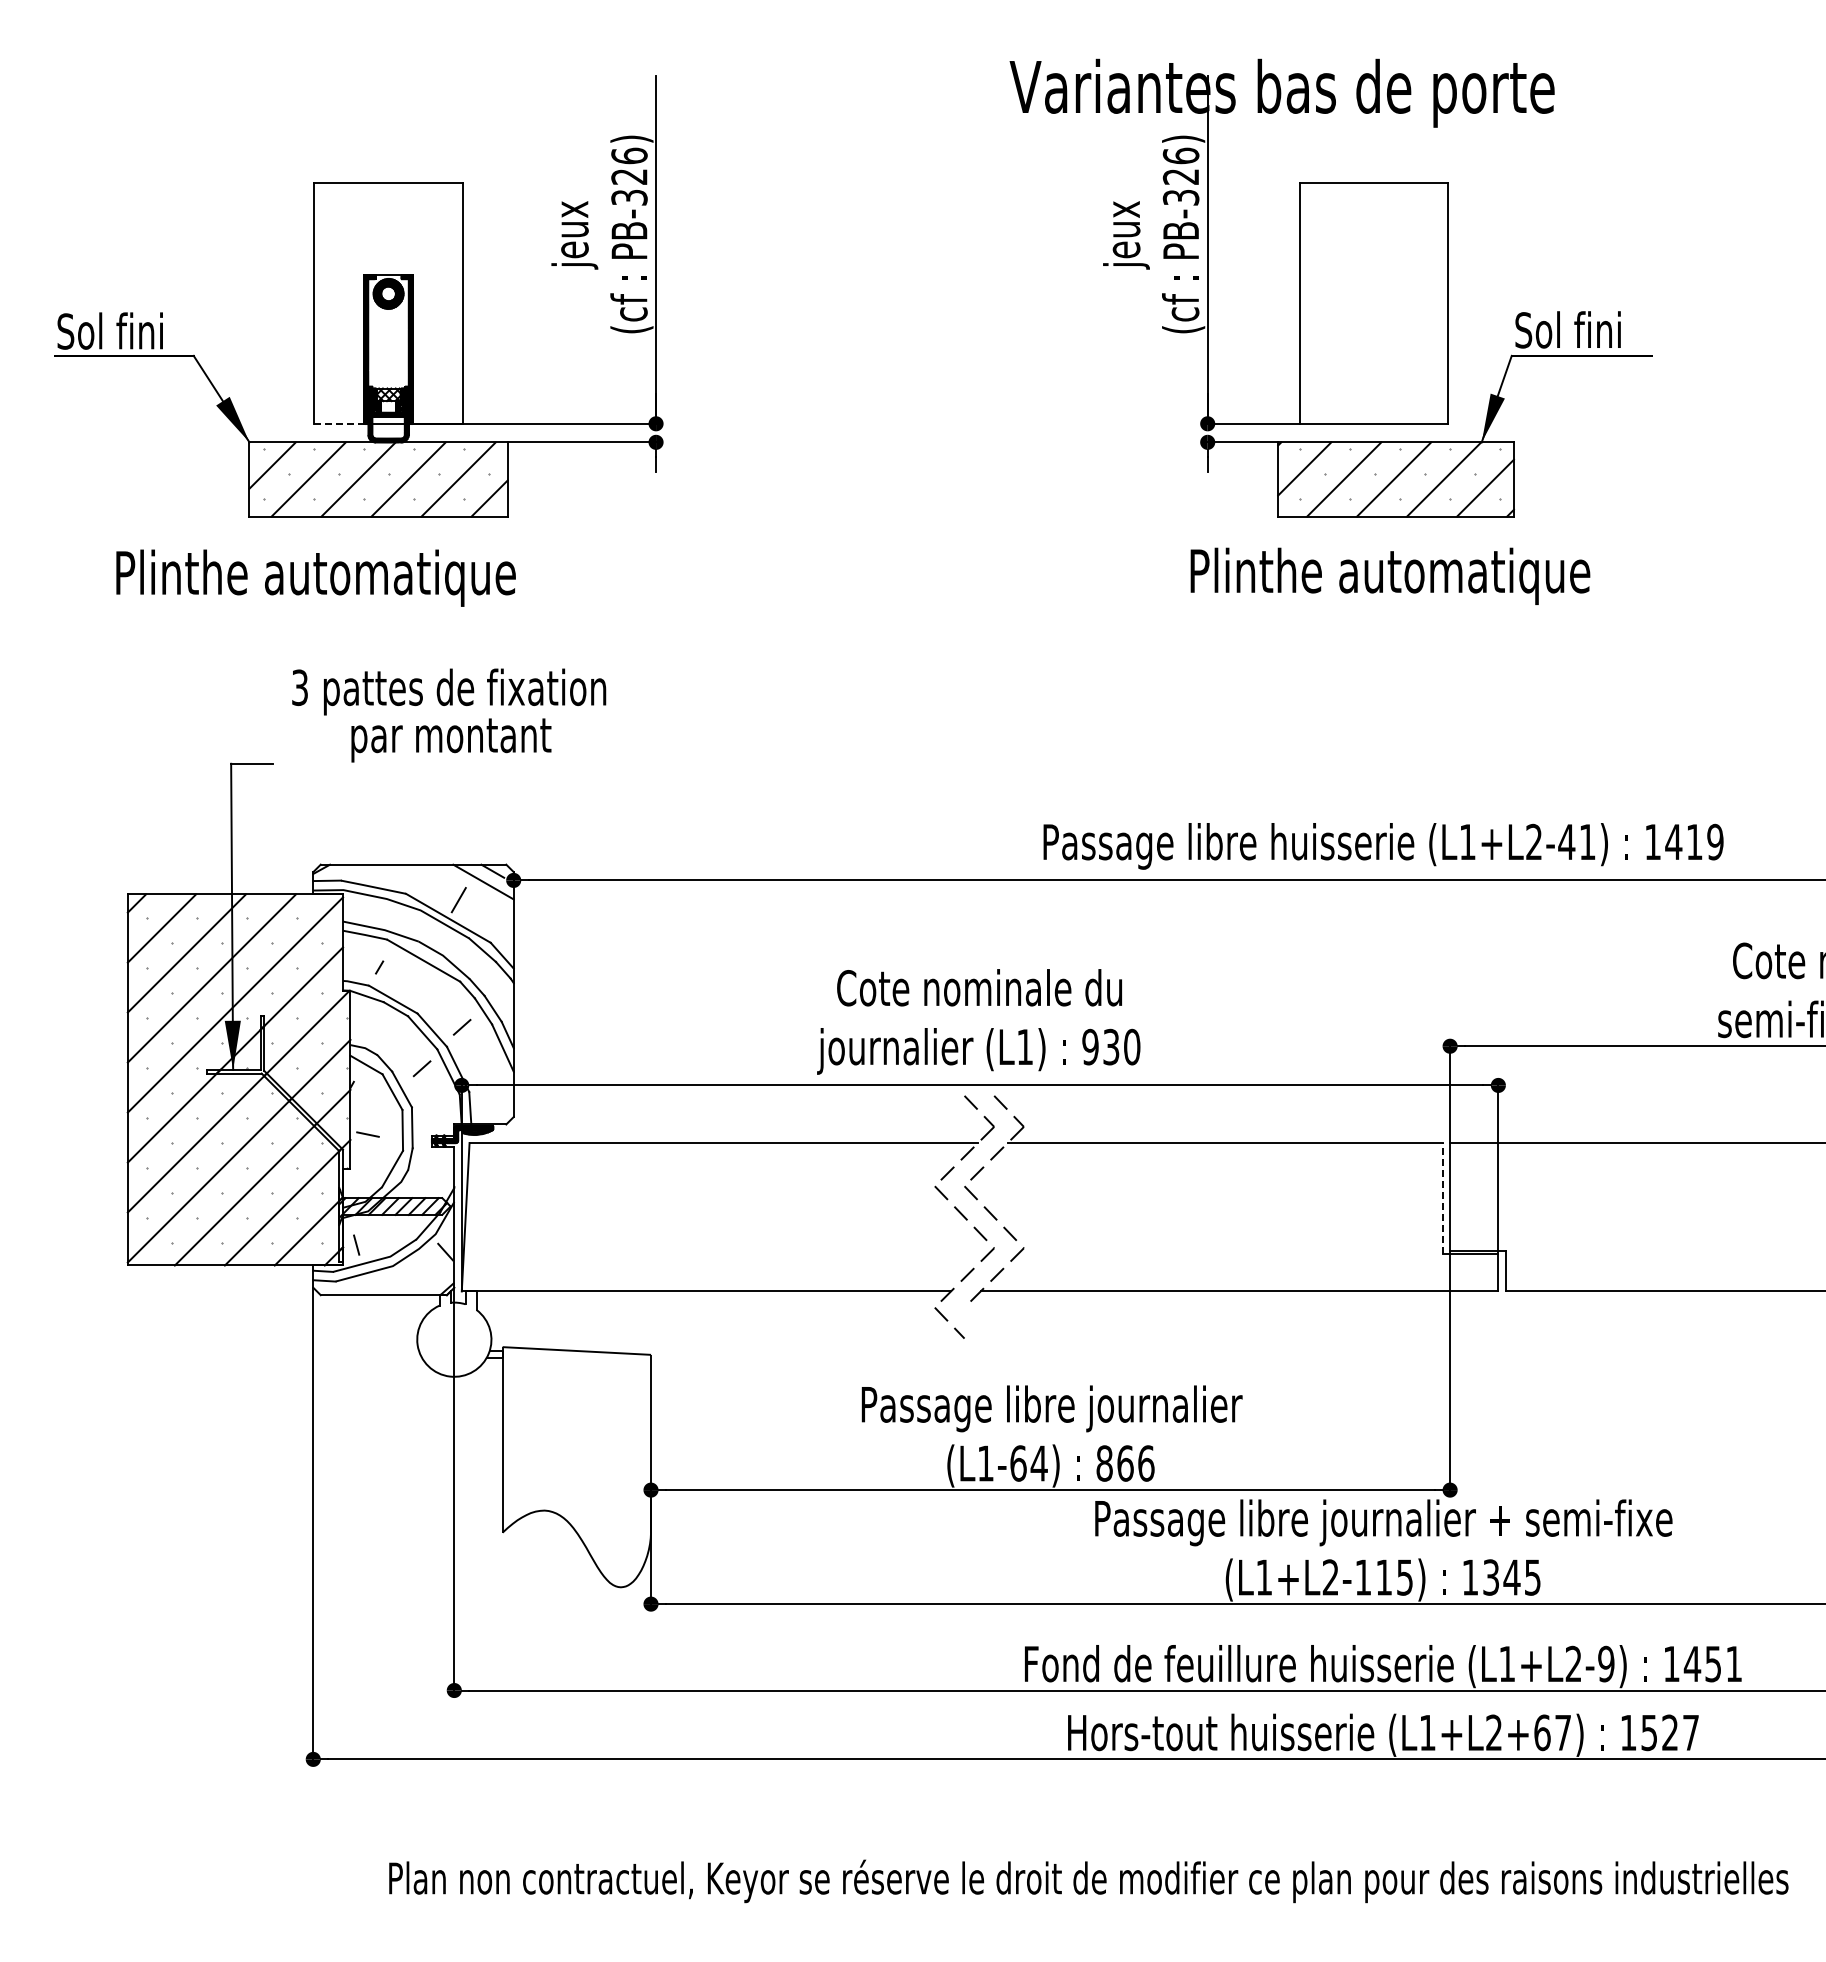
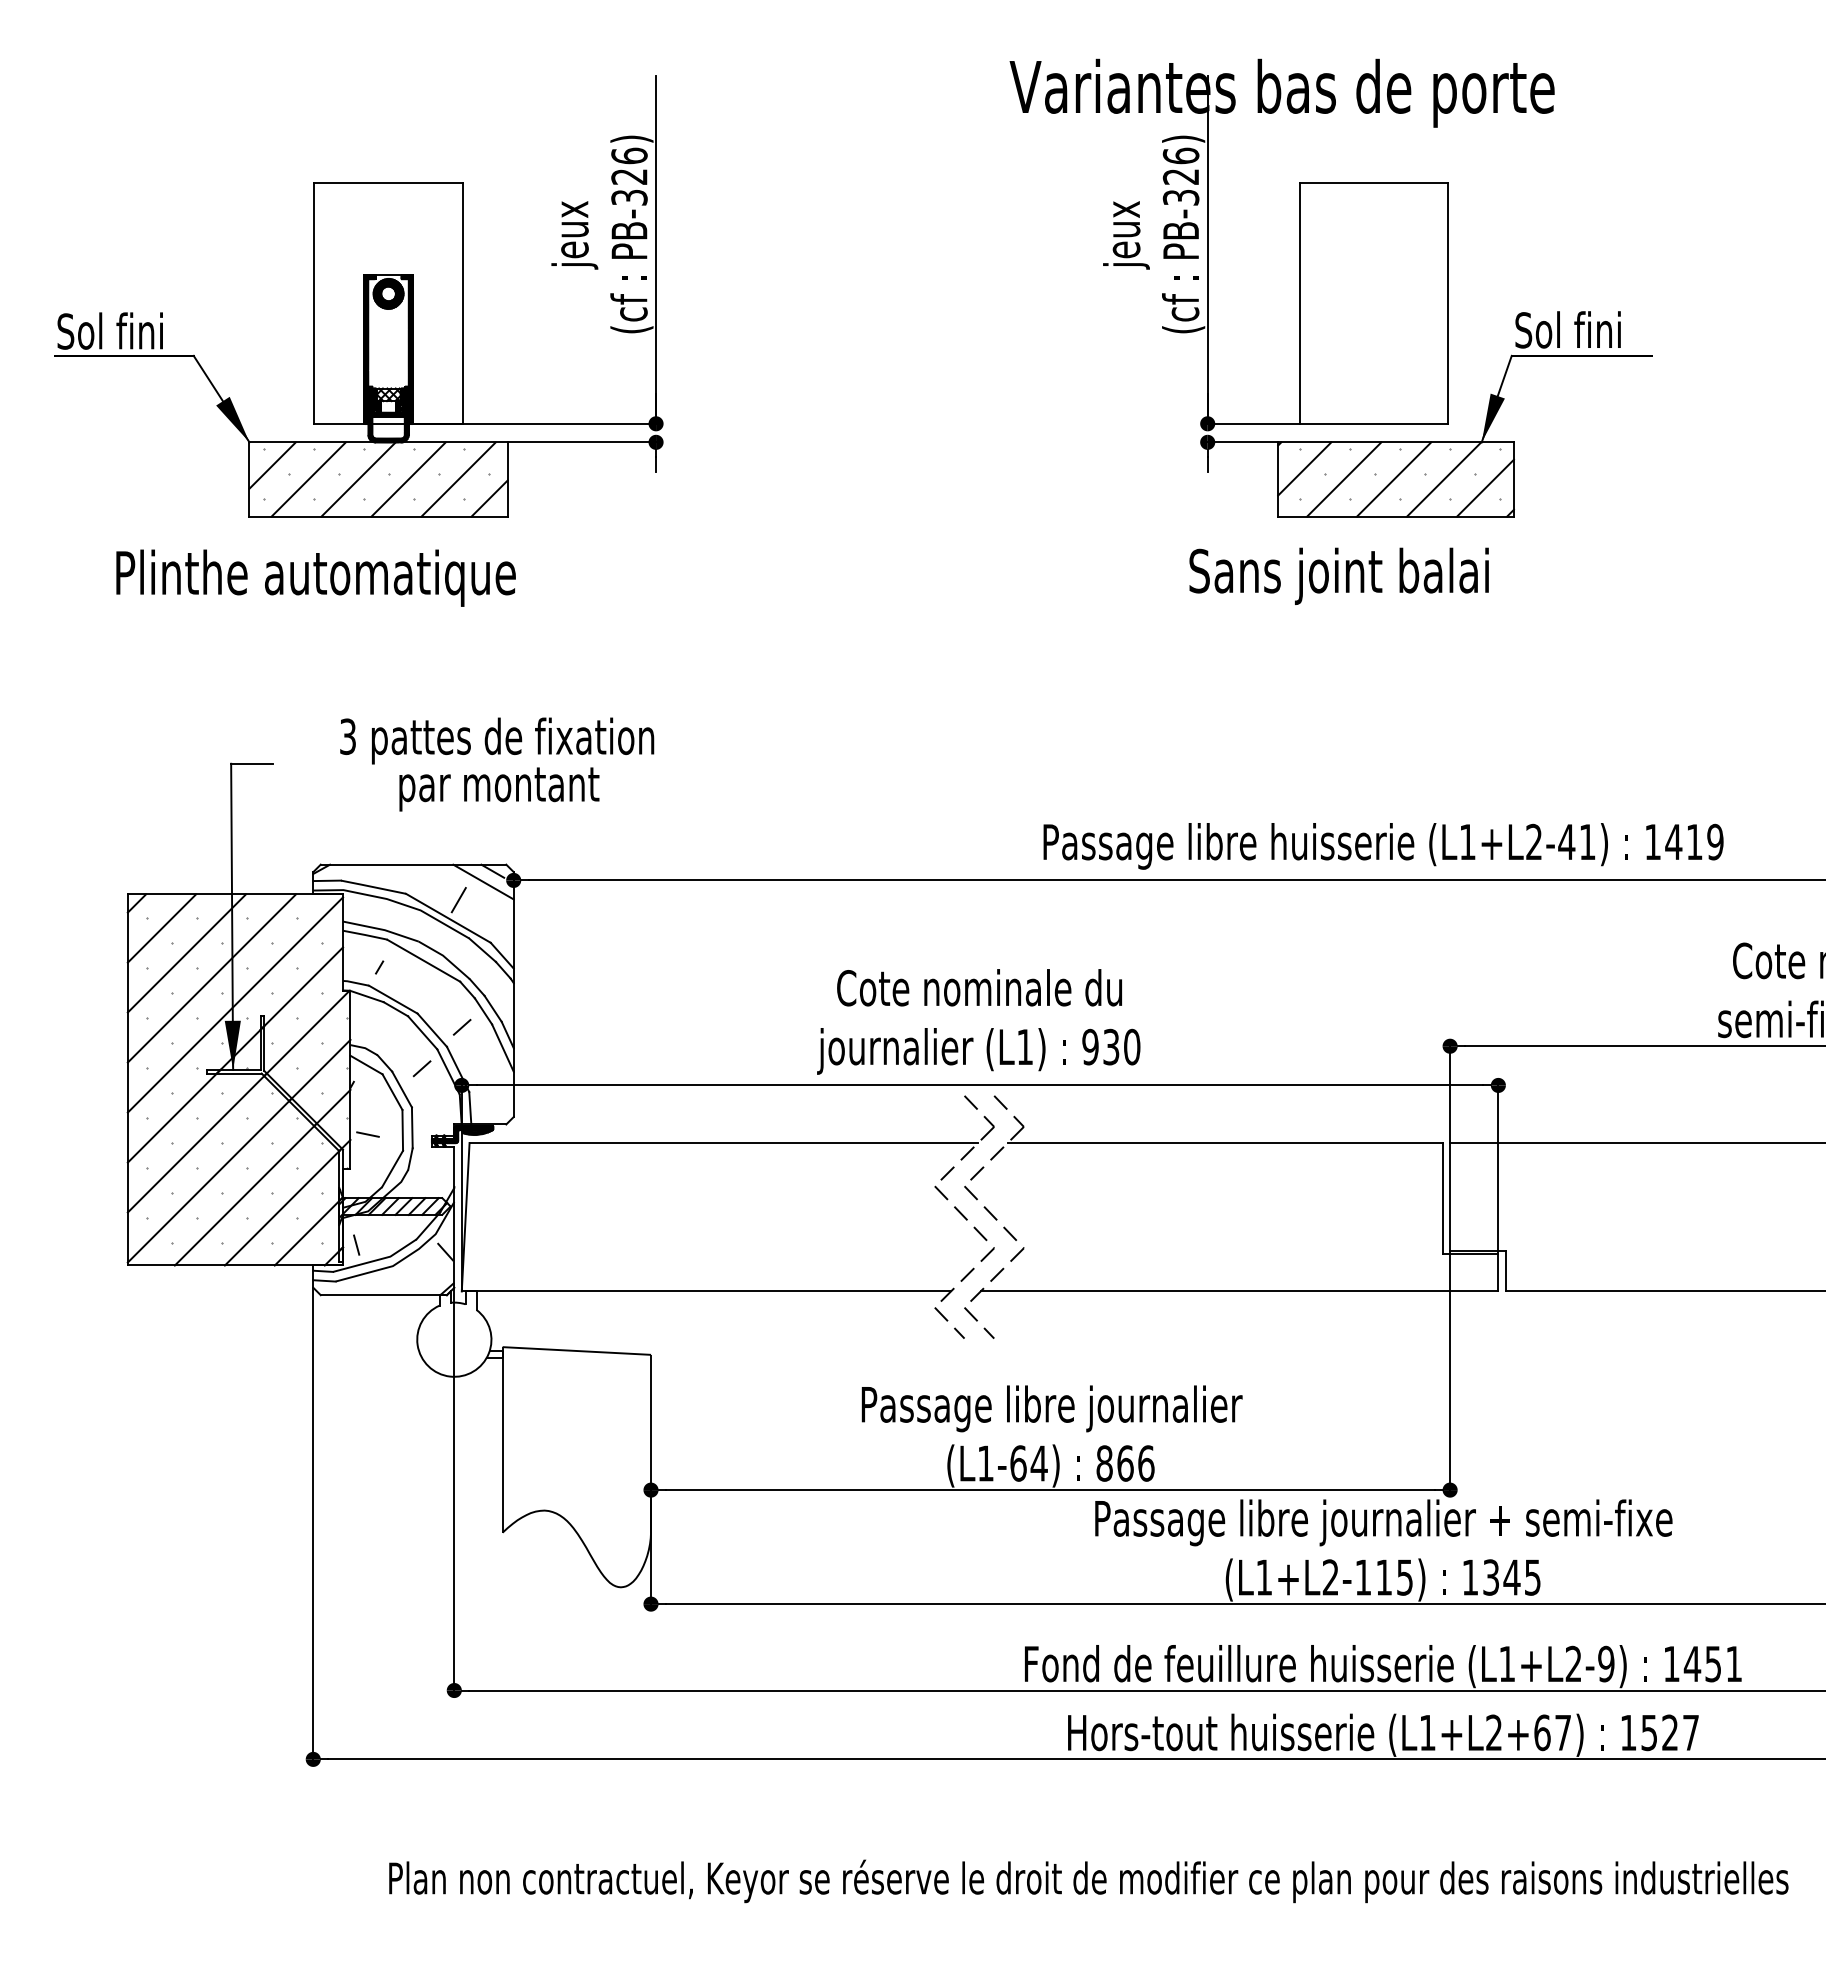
line at (339, 423): dashed -> solid
text at (1389, 575): Plinthe automatique -> Sans joint balai
text at (449, 715) position: (449, 715) -> (497, 764)
line at (1442, 1198): dashed -> solid
line at (977, 1321): none -> present
